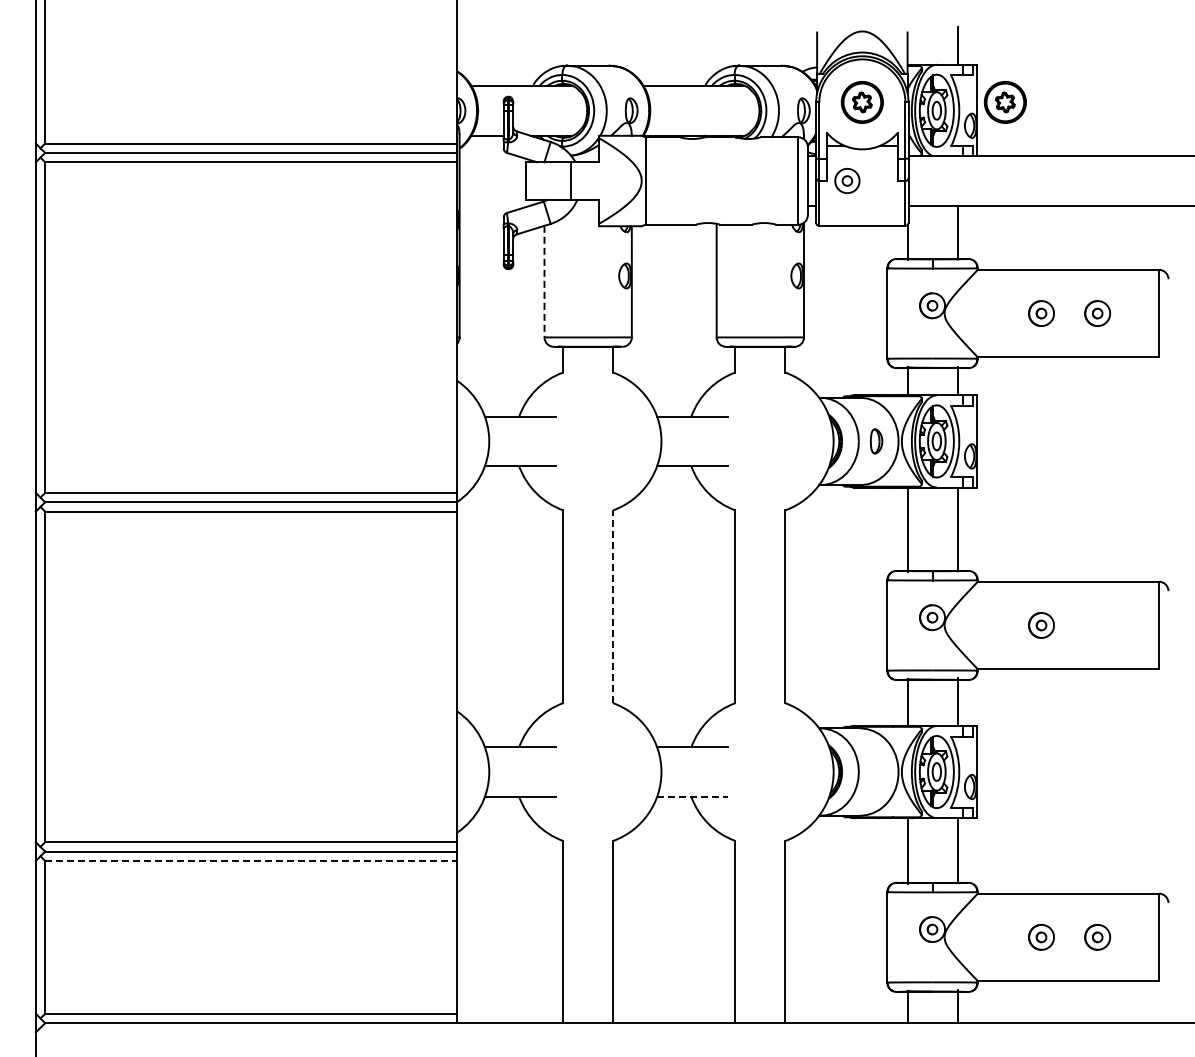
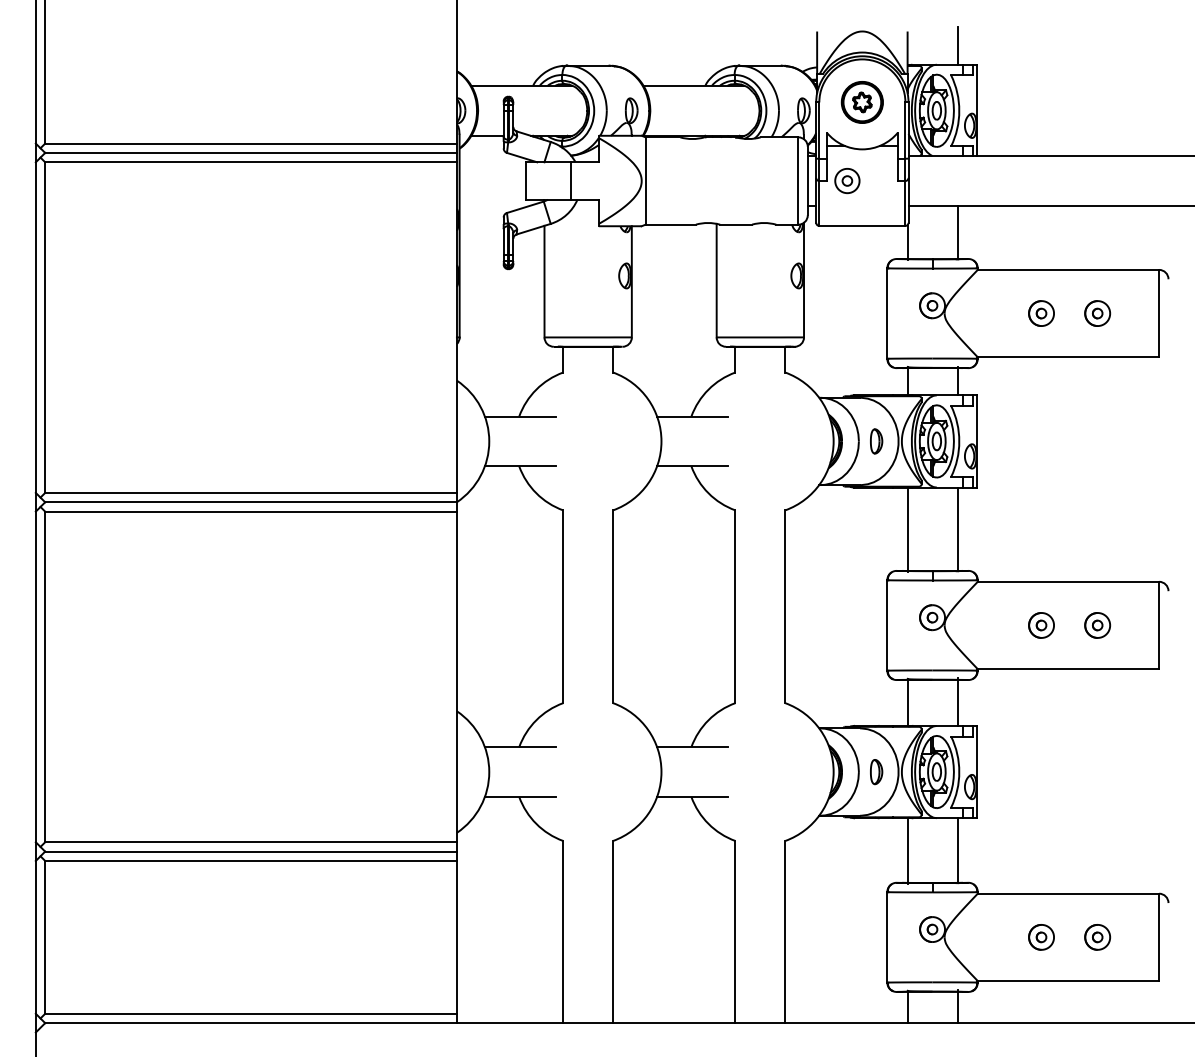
part at (1004, 102): present -> none
line at (544, 281): dashed -> solid
line at (613, 606): dashed -> solid
part at (1097, 625): none -> present
part at (876, 772): none -> present
line at (692, 797): dashed -> solid
line at (251, 860): dashed -> solid
